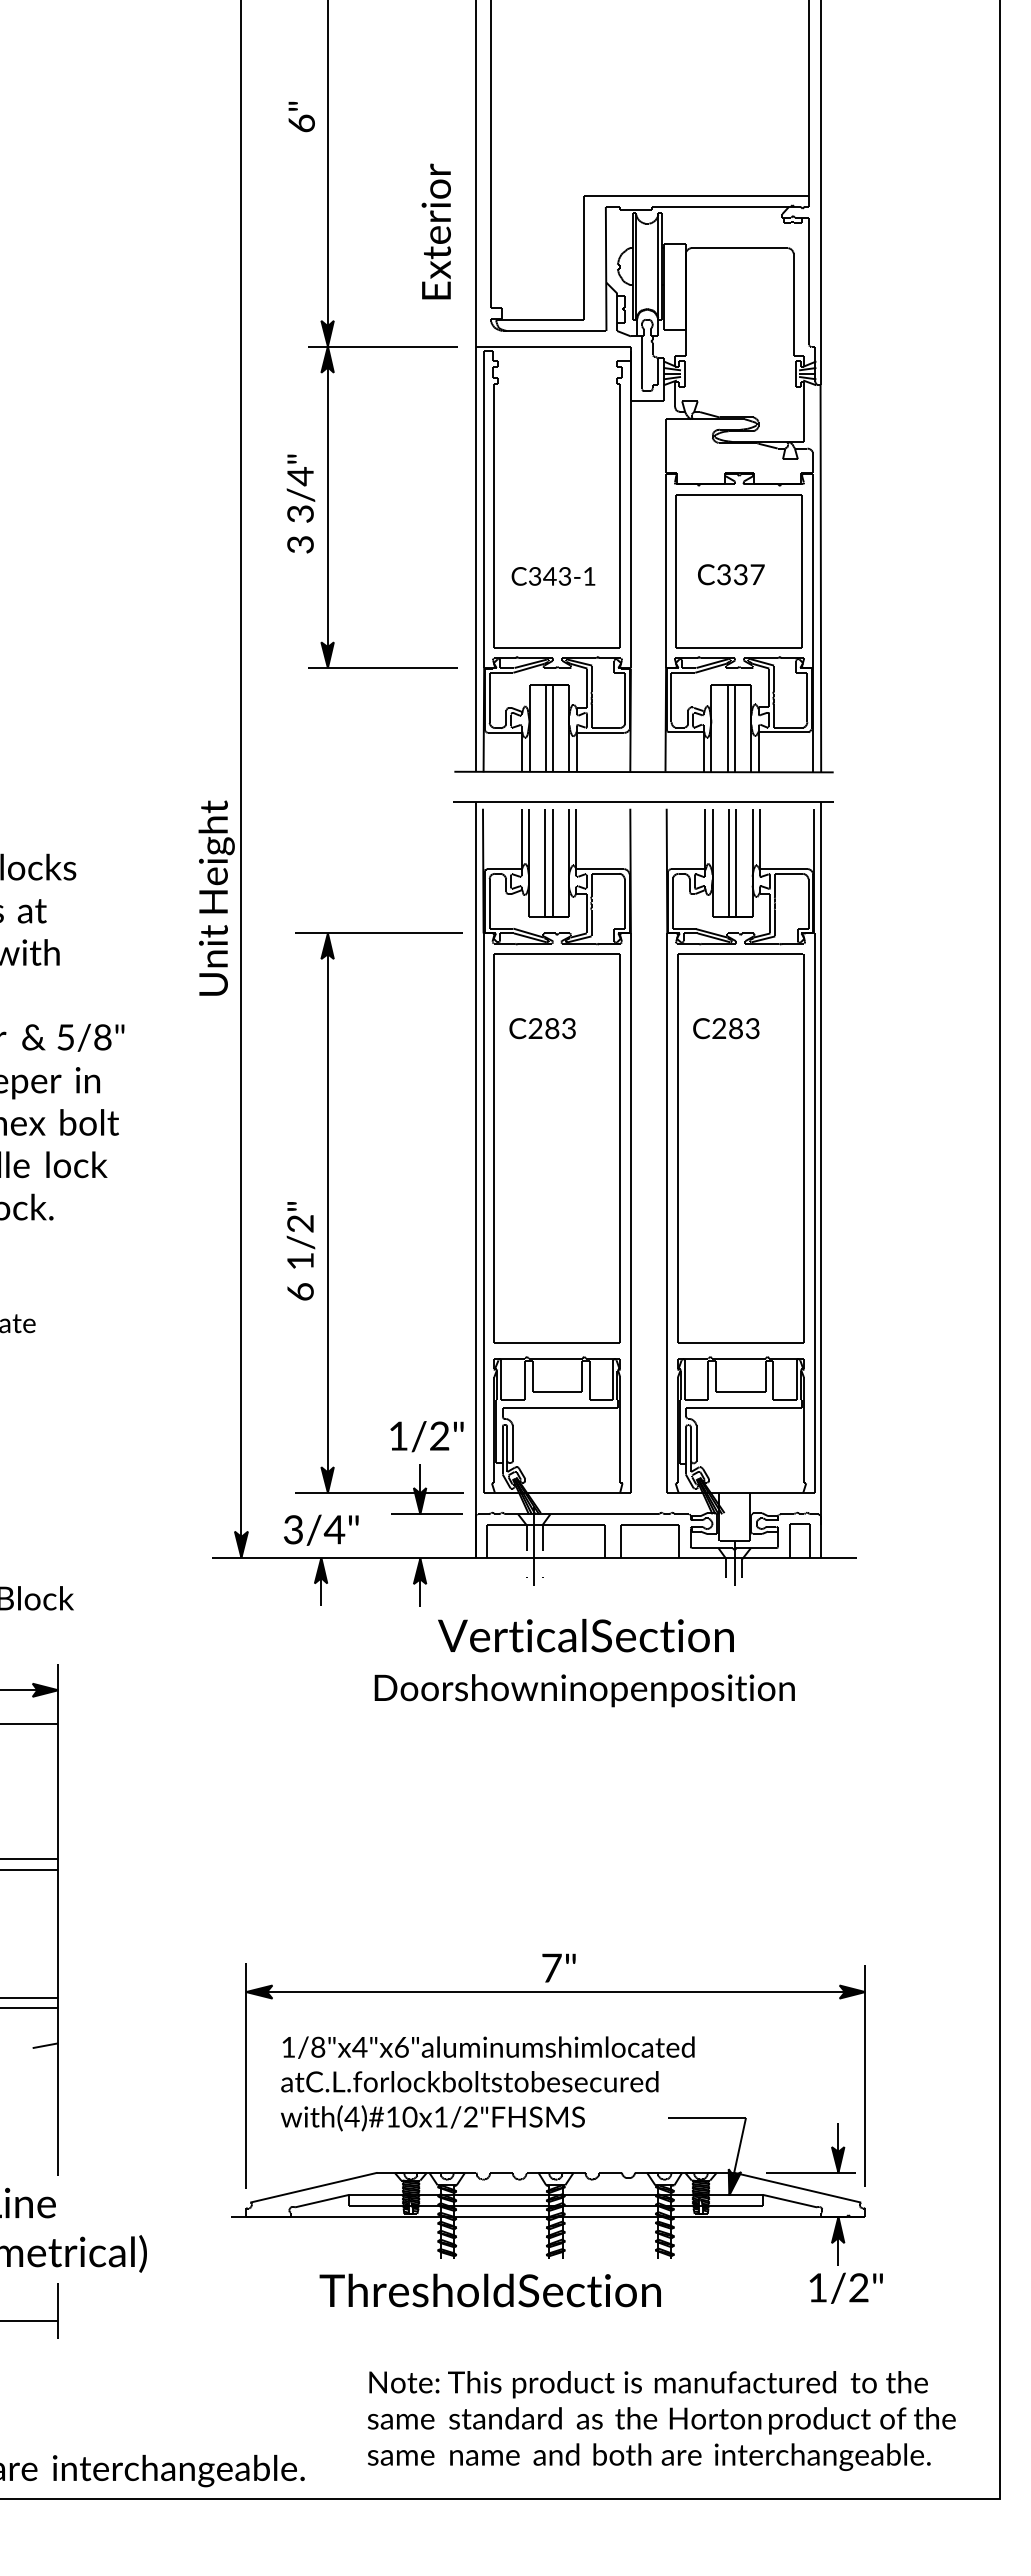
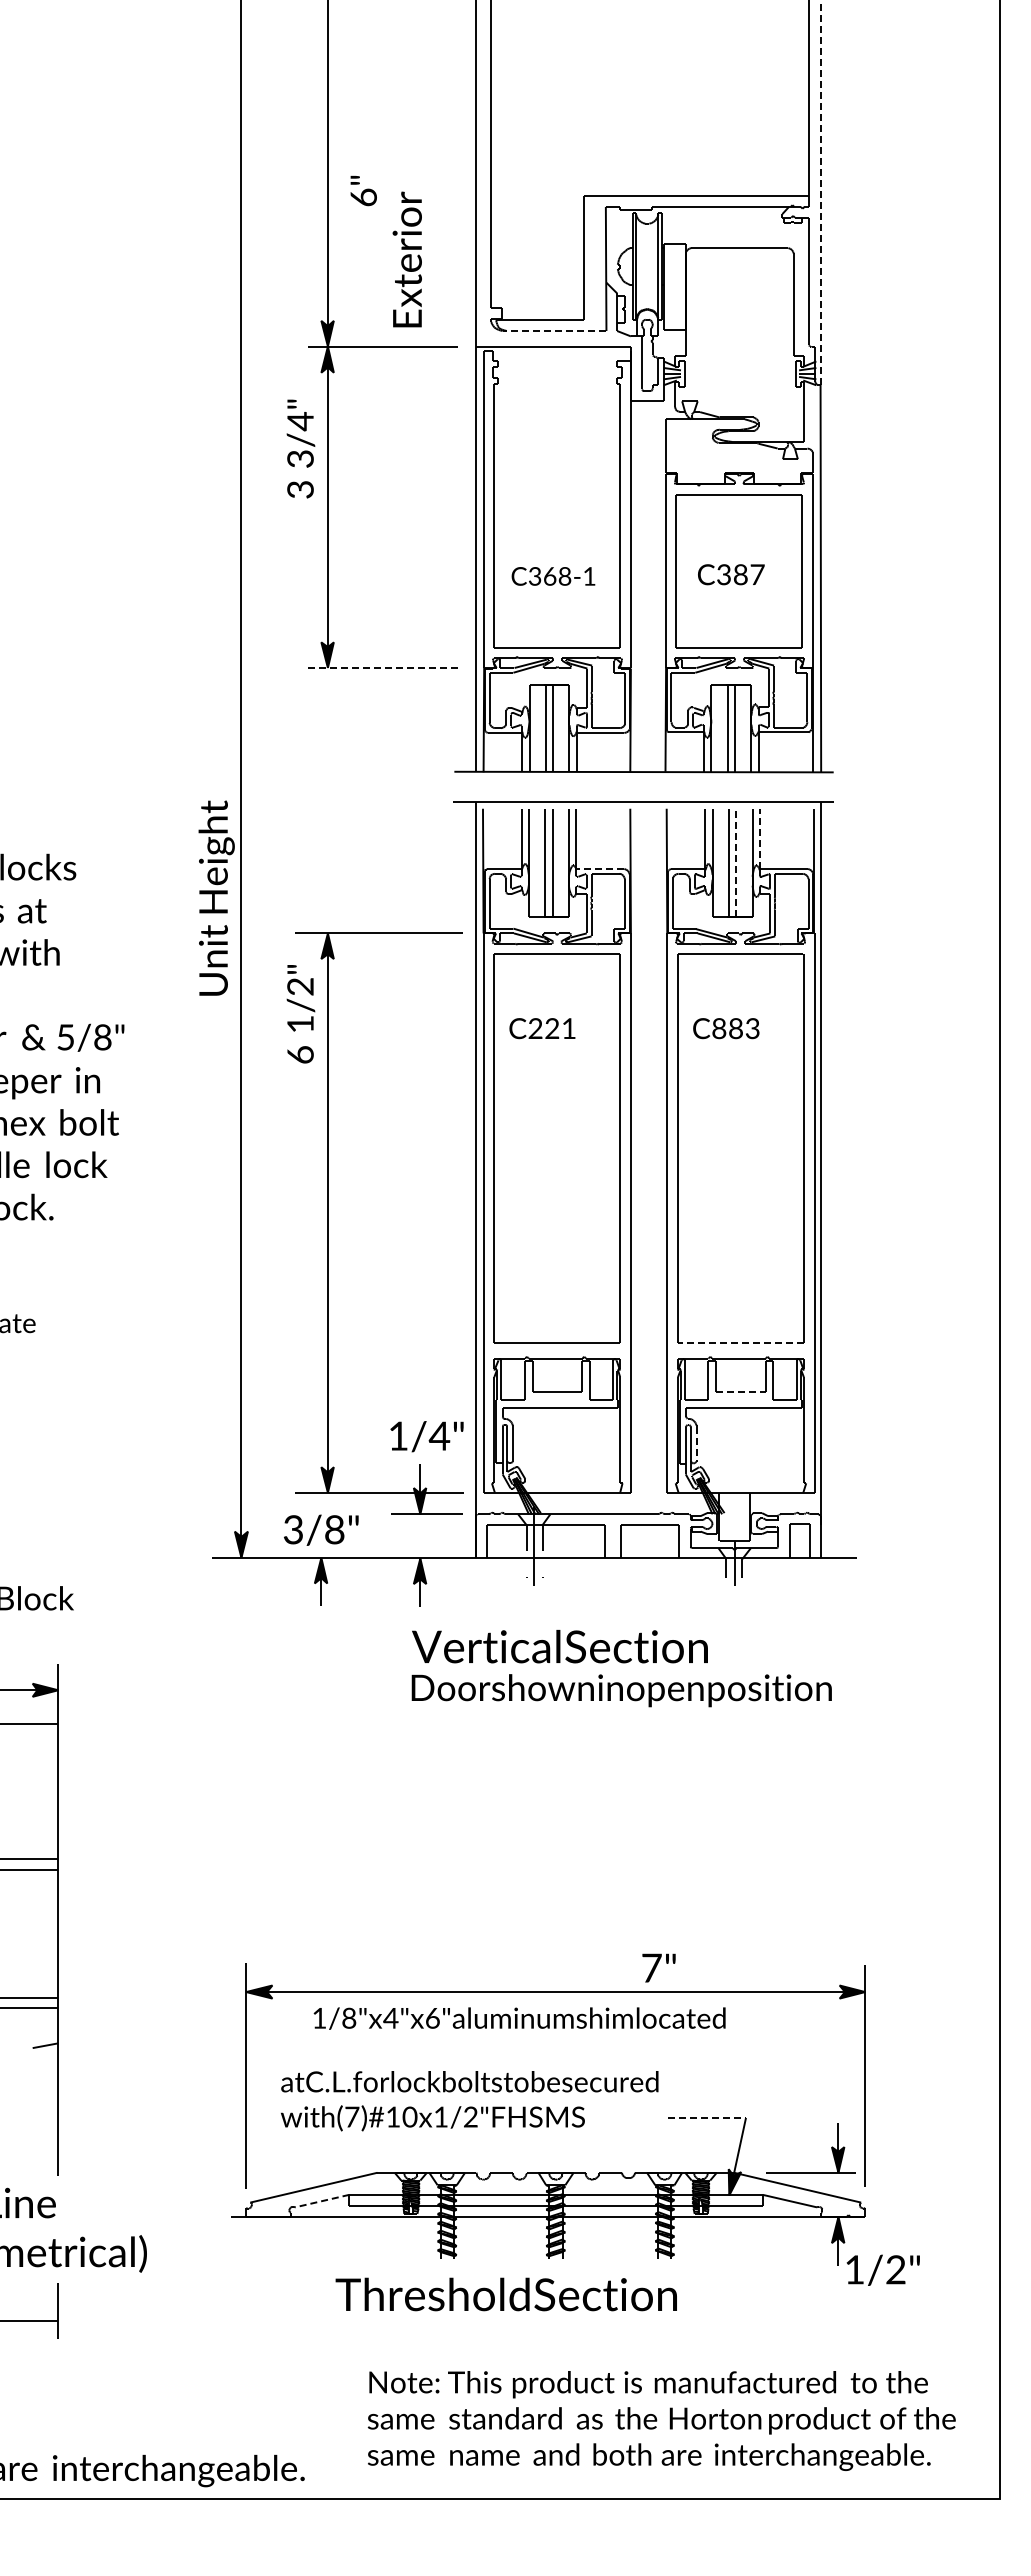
text at (301, 117) position: (301, 117) -> (363, 191)
line at (820, 192): solid -> dashed
text at (435, 231) position: (435, 231) -> (406, 259)
line at (554, 331): solid -> dashed
text at (300, 503) position: (300, 503) -> (300, 448)
text at (740, 574): C337 -> C387
text at (557, 576): C343-1 -> C368-1
line at (383, 668): solid -> dashed
line at (759, 838): solid -> dashed
line at (736, 862): solid -> dashed
line at (599, 868): solid -> dashed
text at (560, 1028): C283 -> C221
text at (719, 1029): C283 -> C883
text at (300, 1251) position: (300, 1251) -> (300, 1014)
line at (740, 1342): solid -> dashed
line at (740, 1392): solid -> dashed
text at (439, 1435): 1/2" -> 1/4"
line at (696, 1443): solid -> dashed
text at (334, 1529): 3/4" -> 3/8"
text at (585, 1635) position: (585, 1635) -> (559, 1646)
text at (584, 1690) position: (584, 1690) -> (621, 1690)
text at (558, 1967) position: (558, 1967) -> (658, 1967)
text at (488, 2047) position: (488, 2047) -> (519, 2018)
text at (351, 2116): with(4)#10x1/2"FHSMS -> with(7)#10x1/2"FHSMS
line at (707, 2117): solid -> dashed
line at (322, 2201): solid -> dashed
text at (845, 2287) position: (845, 2287) -> (882, 2269)
text at (489, 2290) position: (489, 2290) -> (505, 2294)
